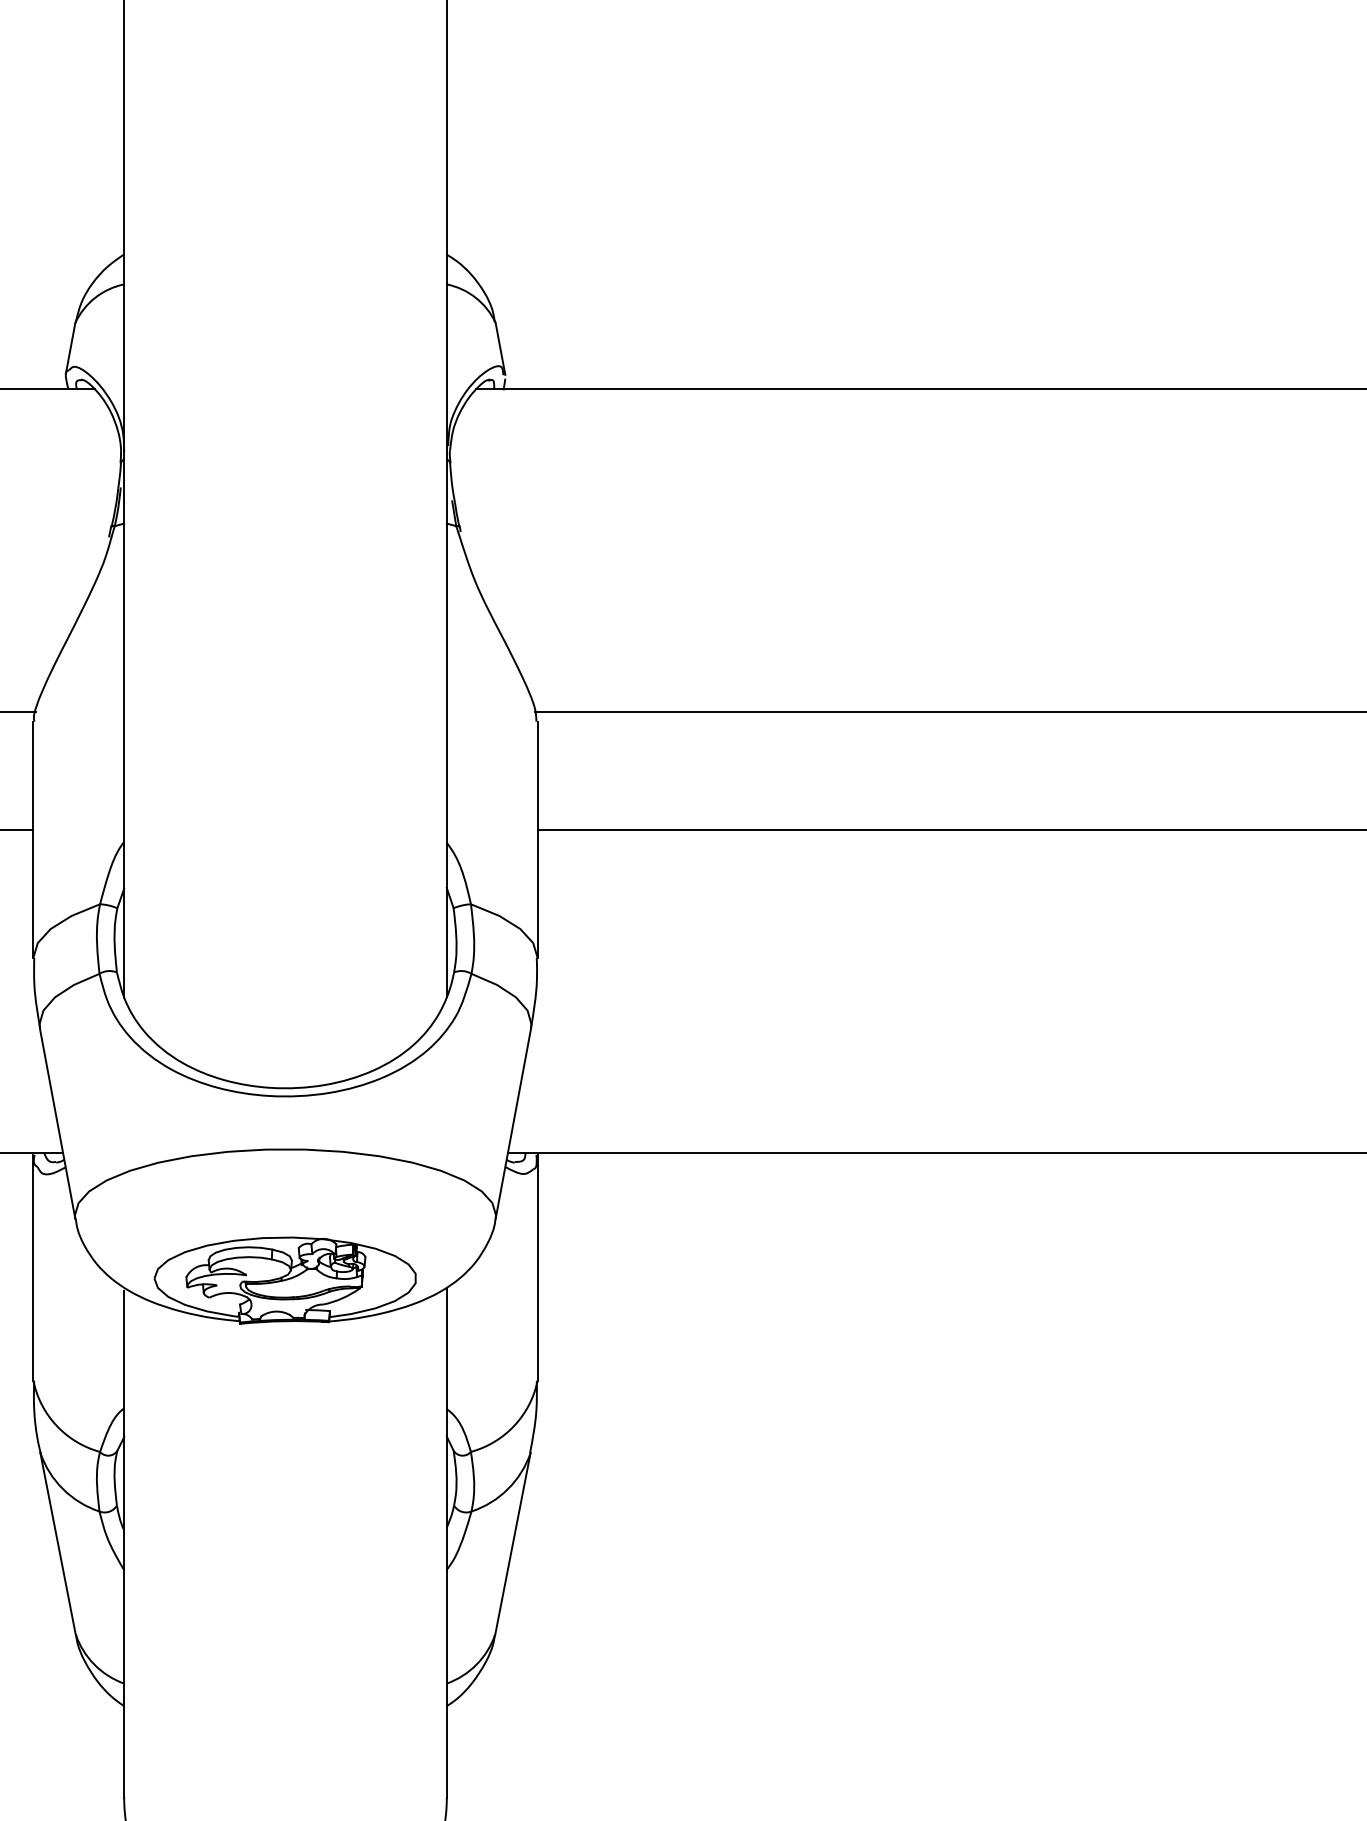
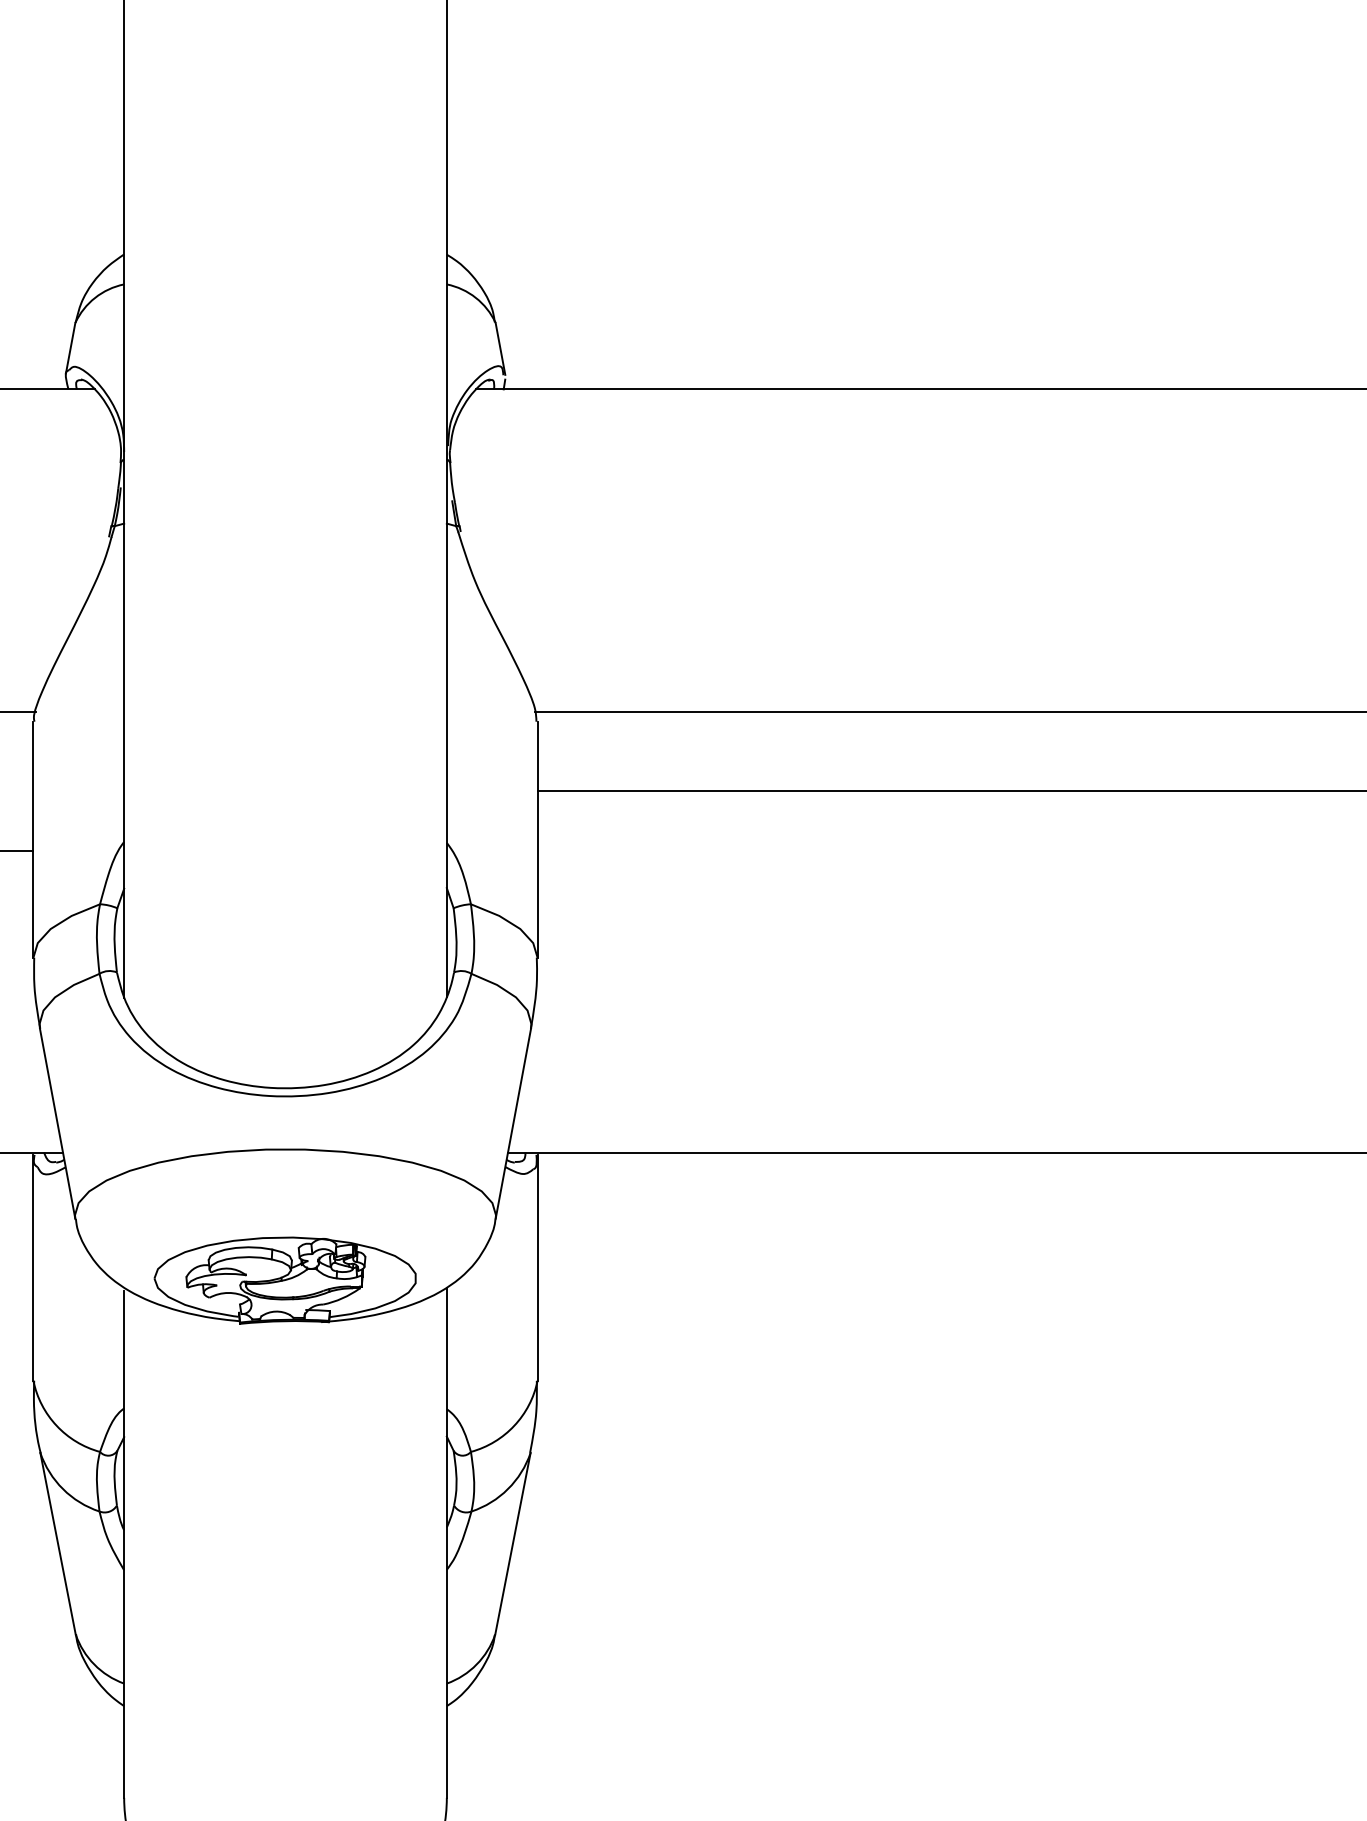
line at (17, 829) position: (17, 829) -> (17, 850)
line at (950, 829) position: (950, 829) -> (950, 790)
